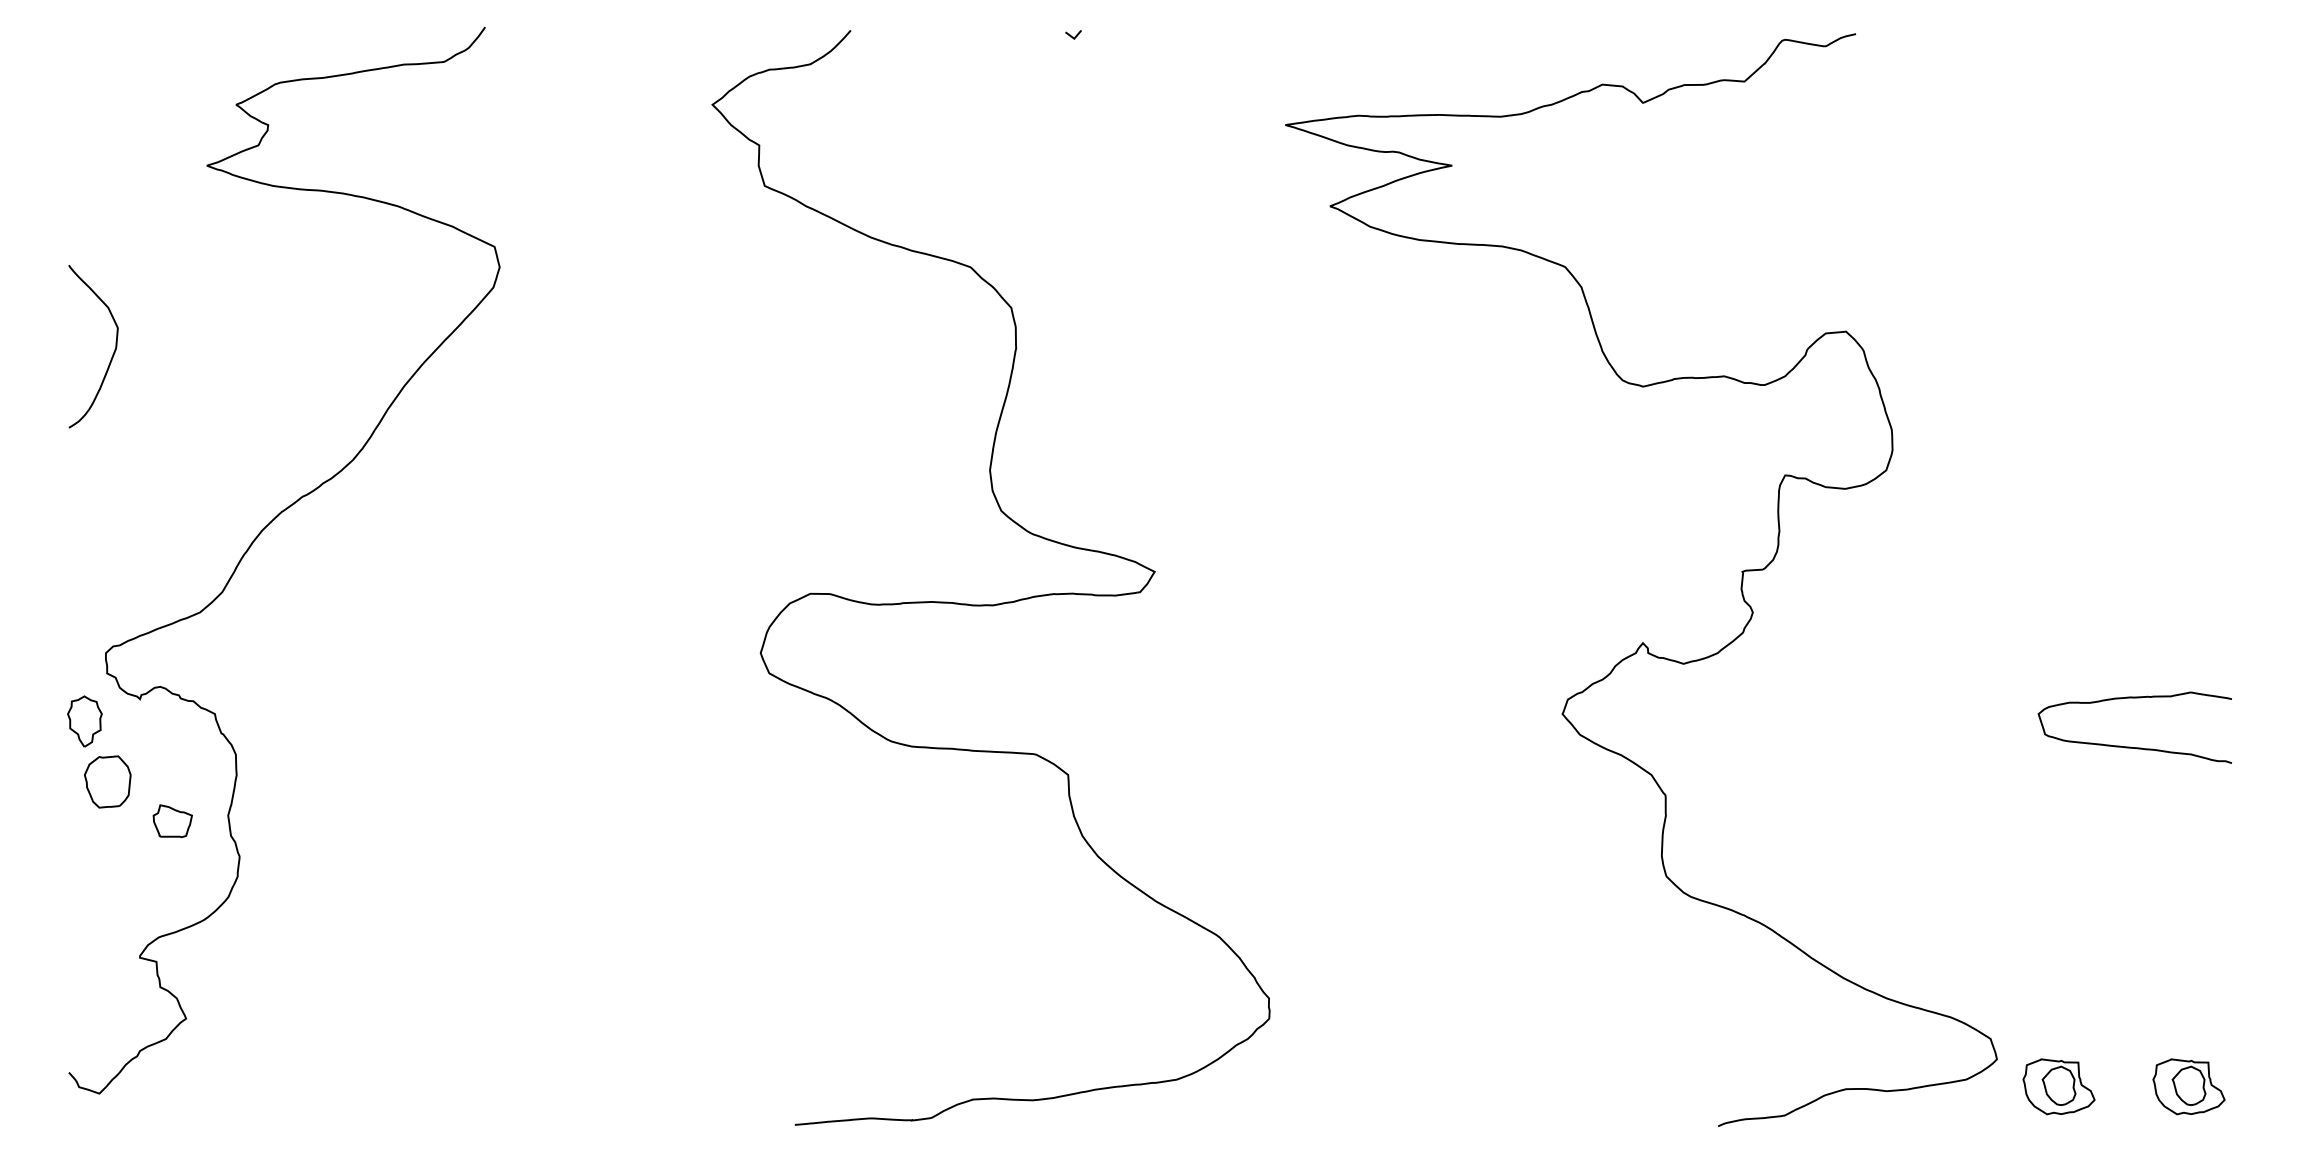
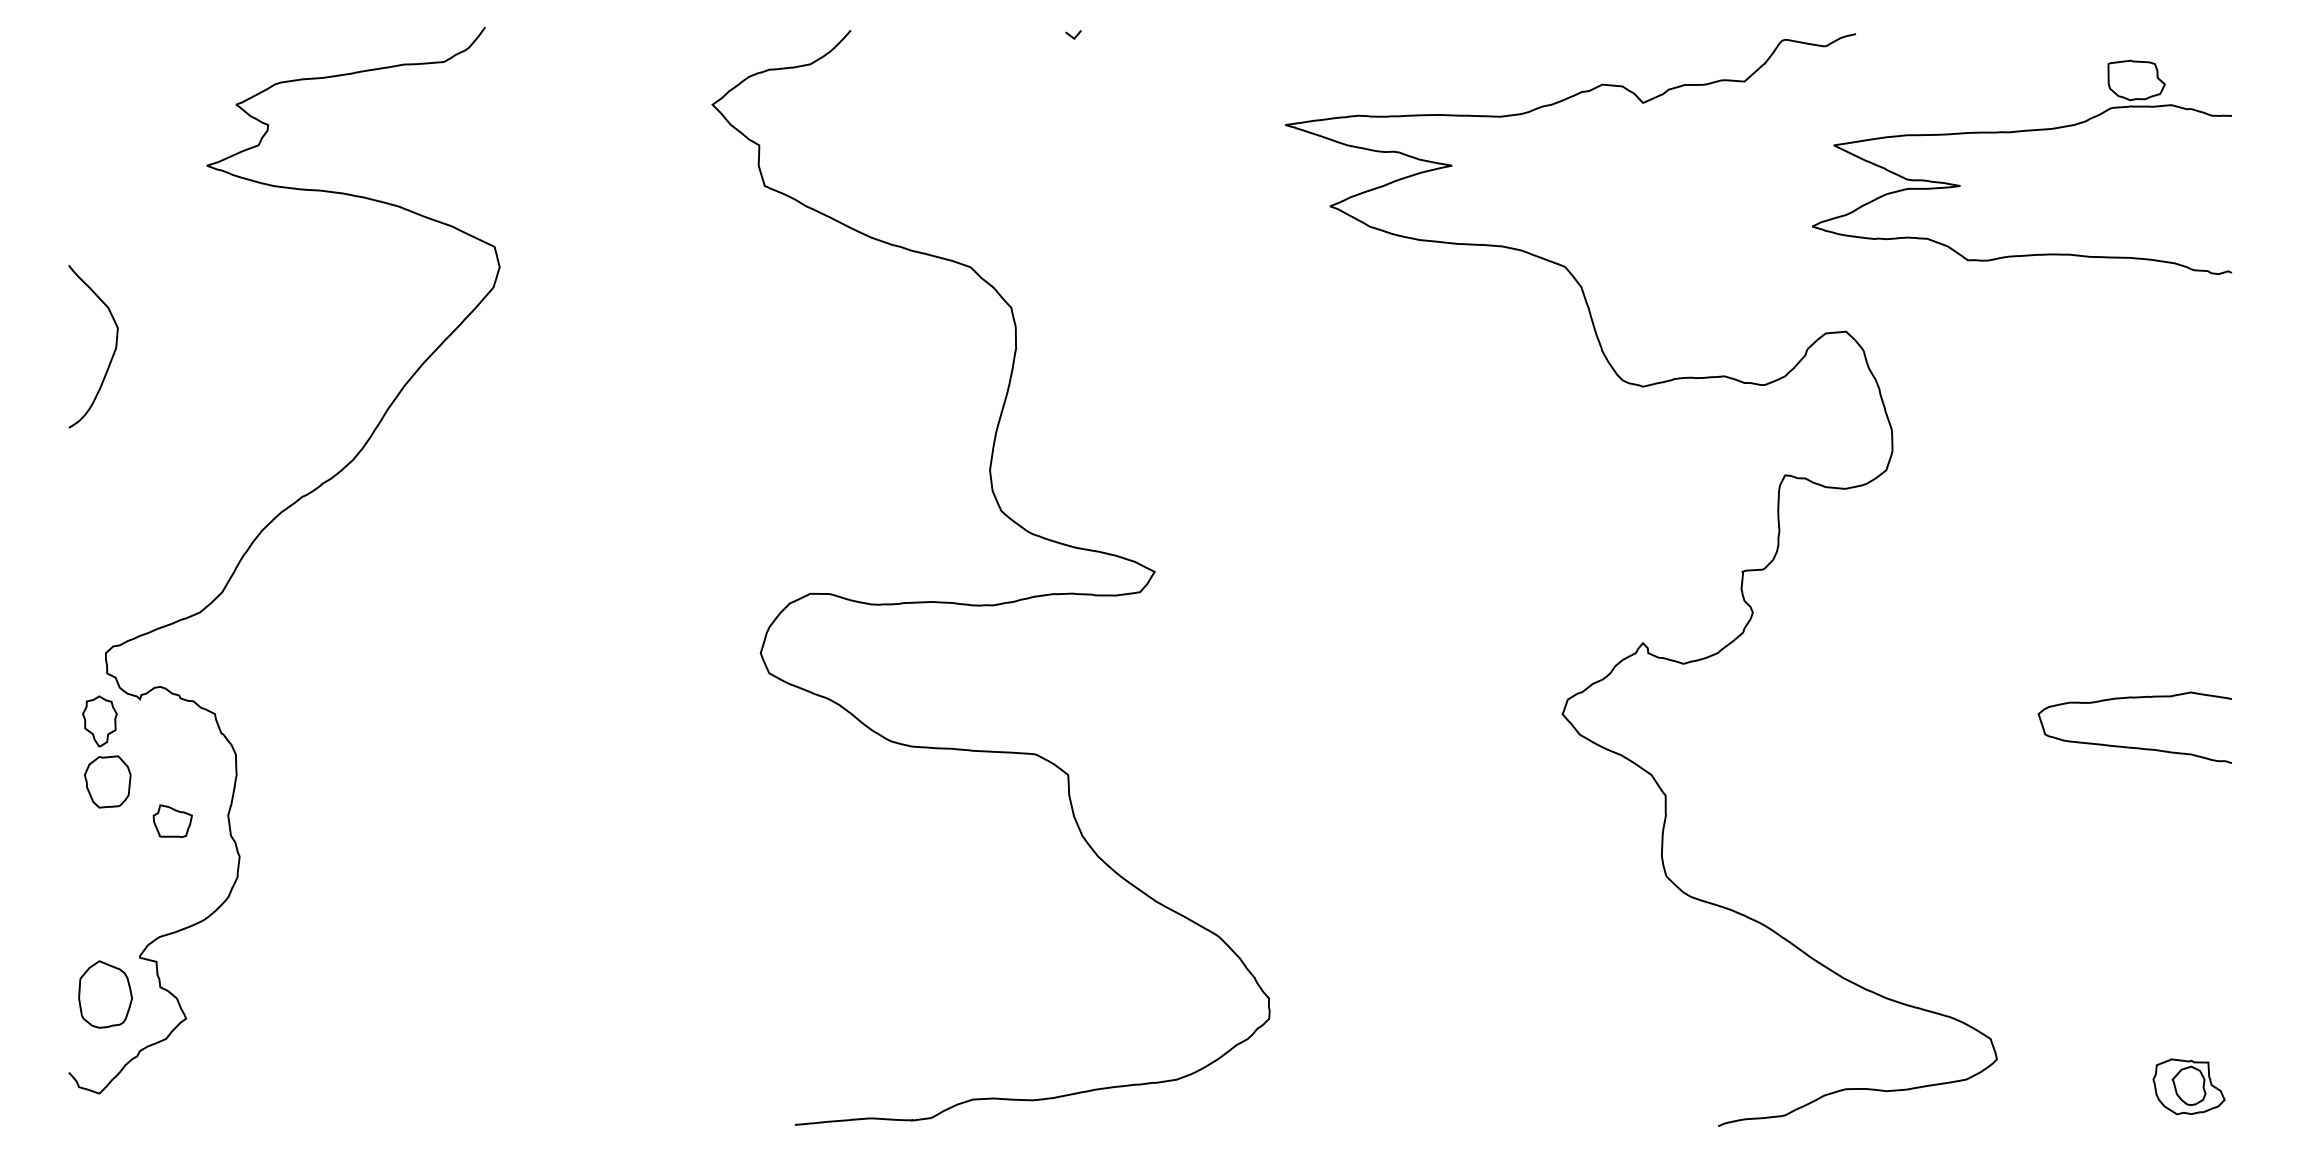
part at (2020, 132): none -> present
part at (84, 721) position: (84, 721) -> (99, 721)
part at (105, 994): none -> present
part at (2058, 1086): present -> none
